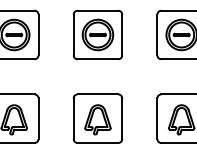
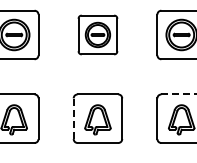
part at (97, 34) size: 52x52 px -> 42x42 px
line at (179, 94): solid -> dashed
line at (73, 118): solid -> dashed
